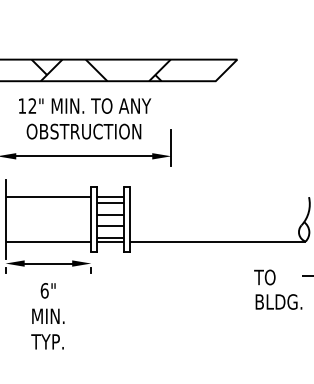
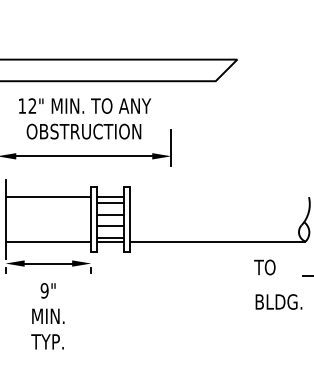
hatch at (100, 70): present -> none
text at (264, 277) position: (264, 277) -> (264, 267)
text at (44, 290): 6" -> 9"
